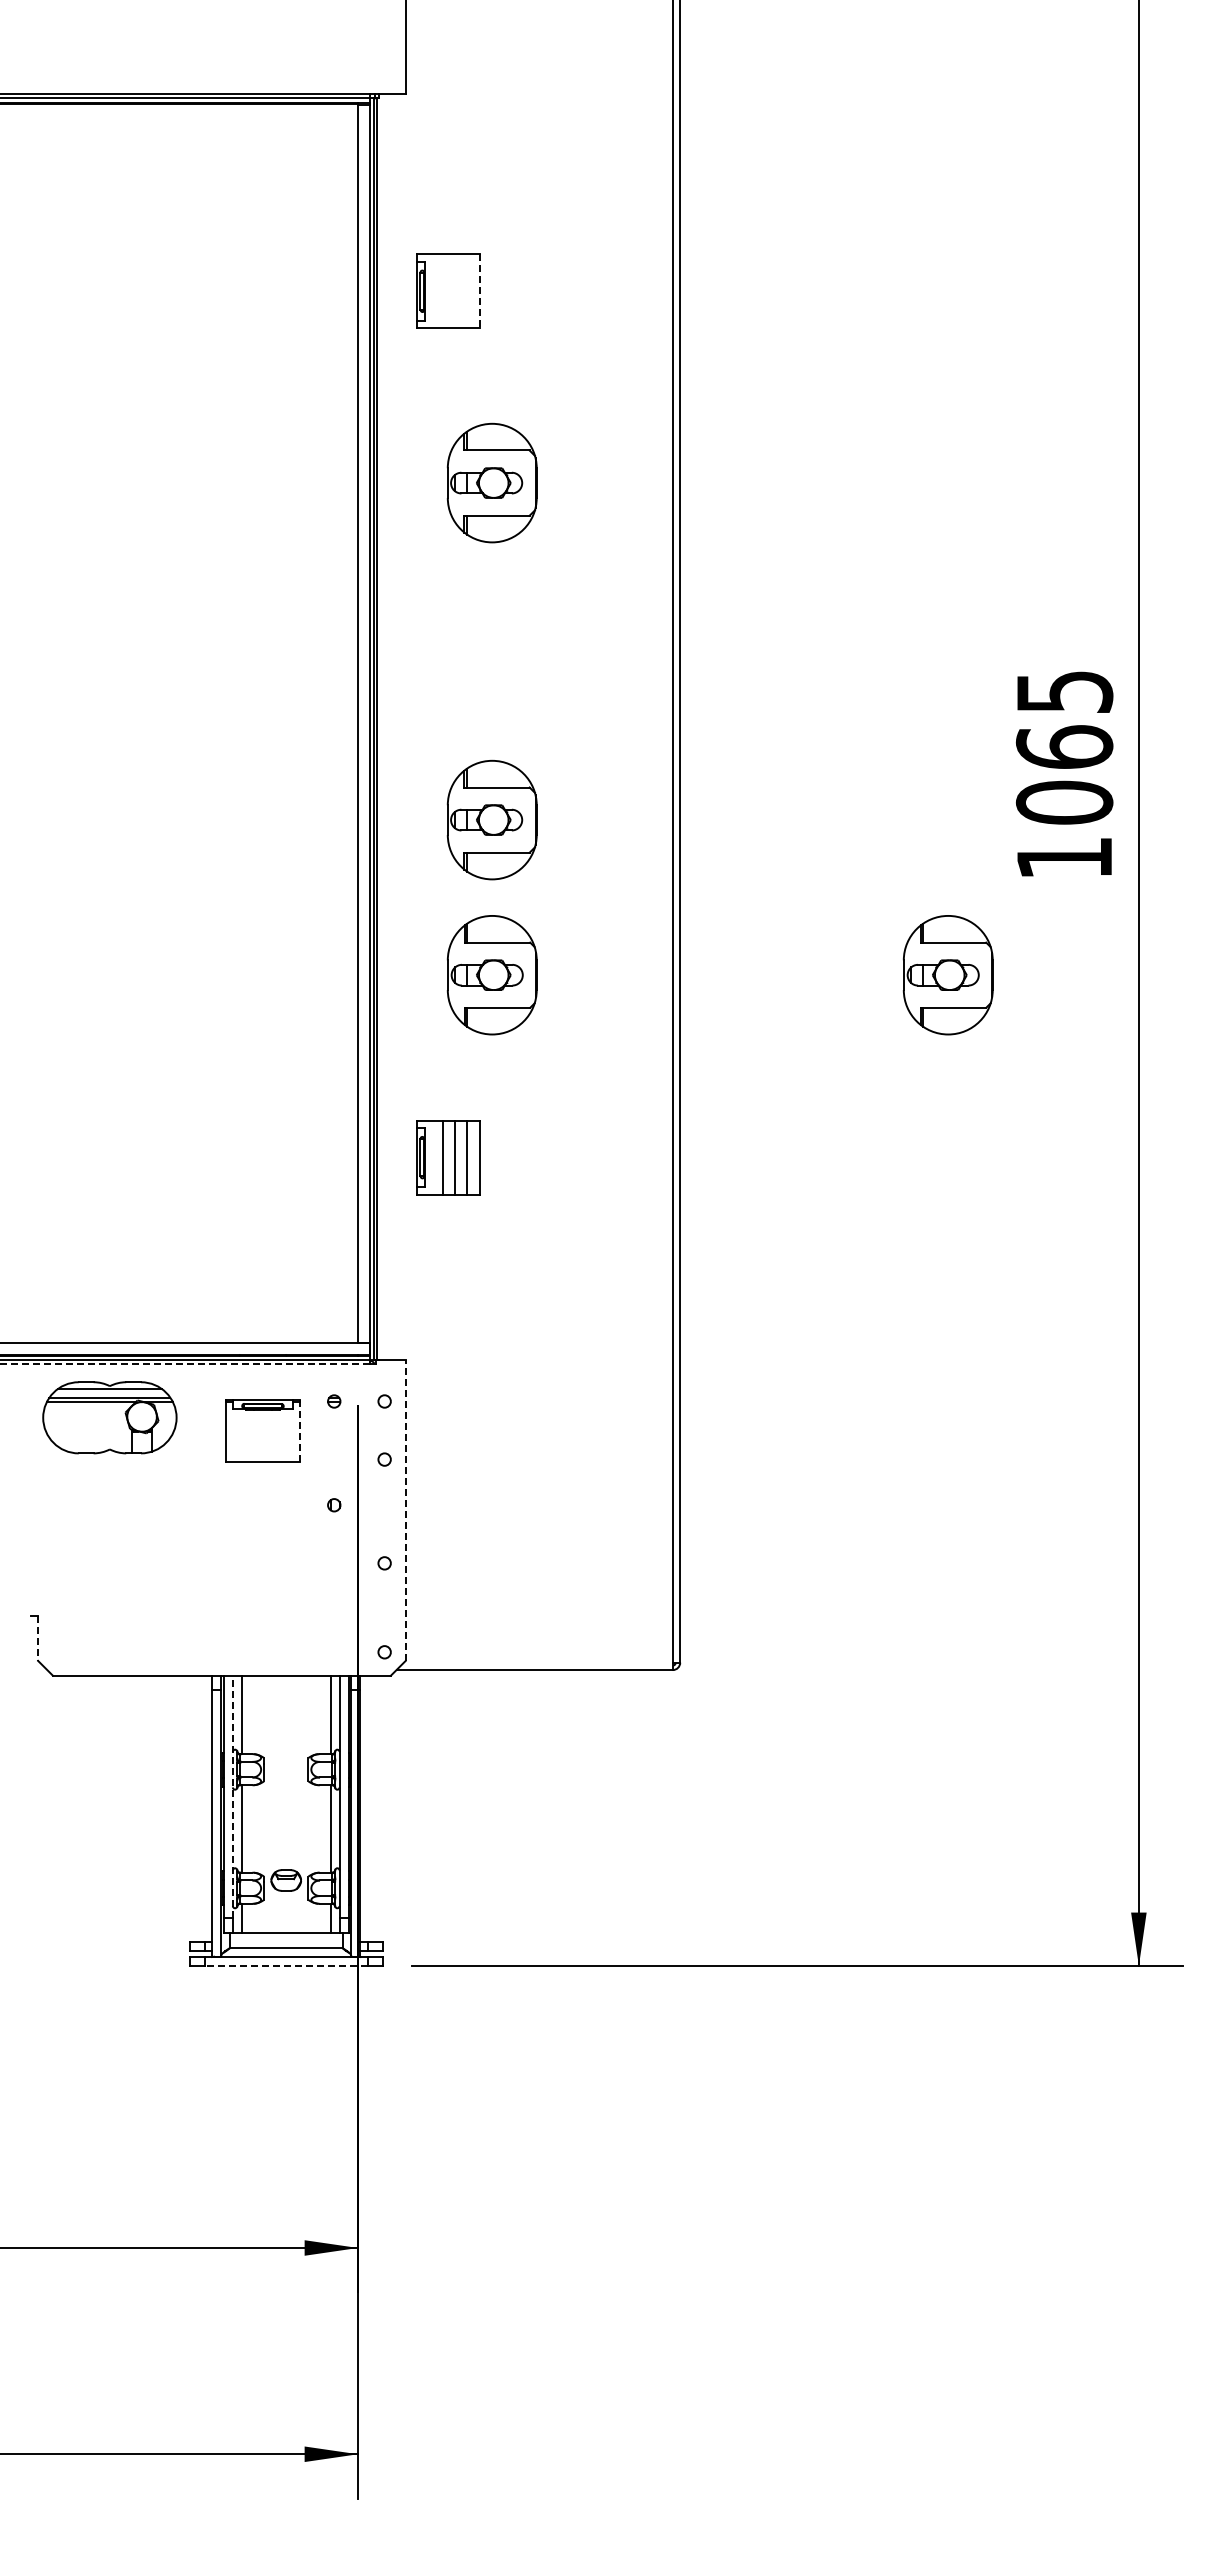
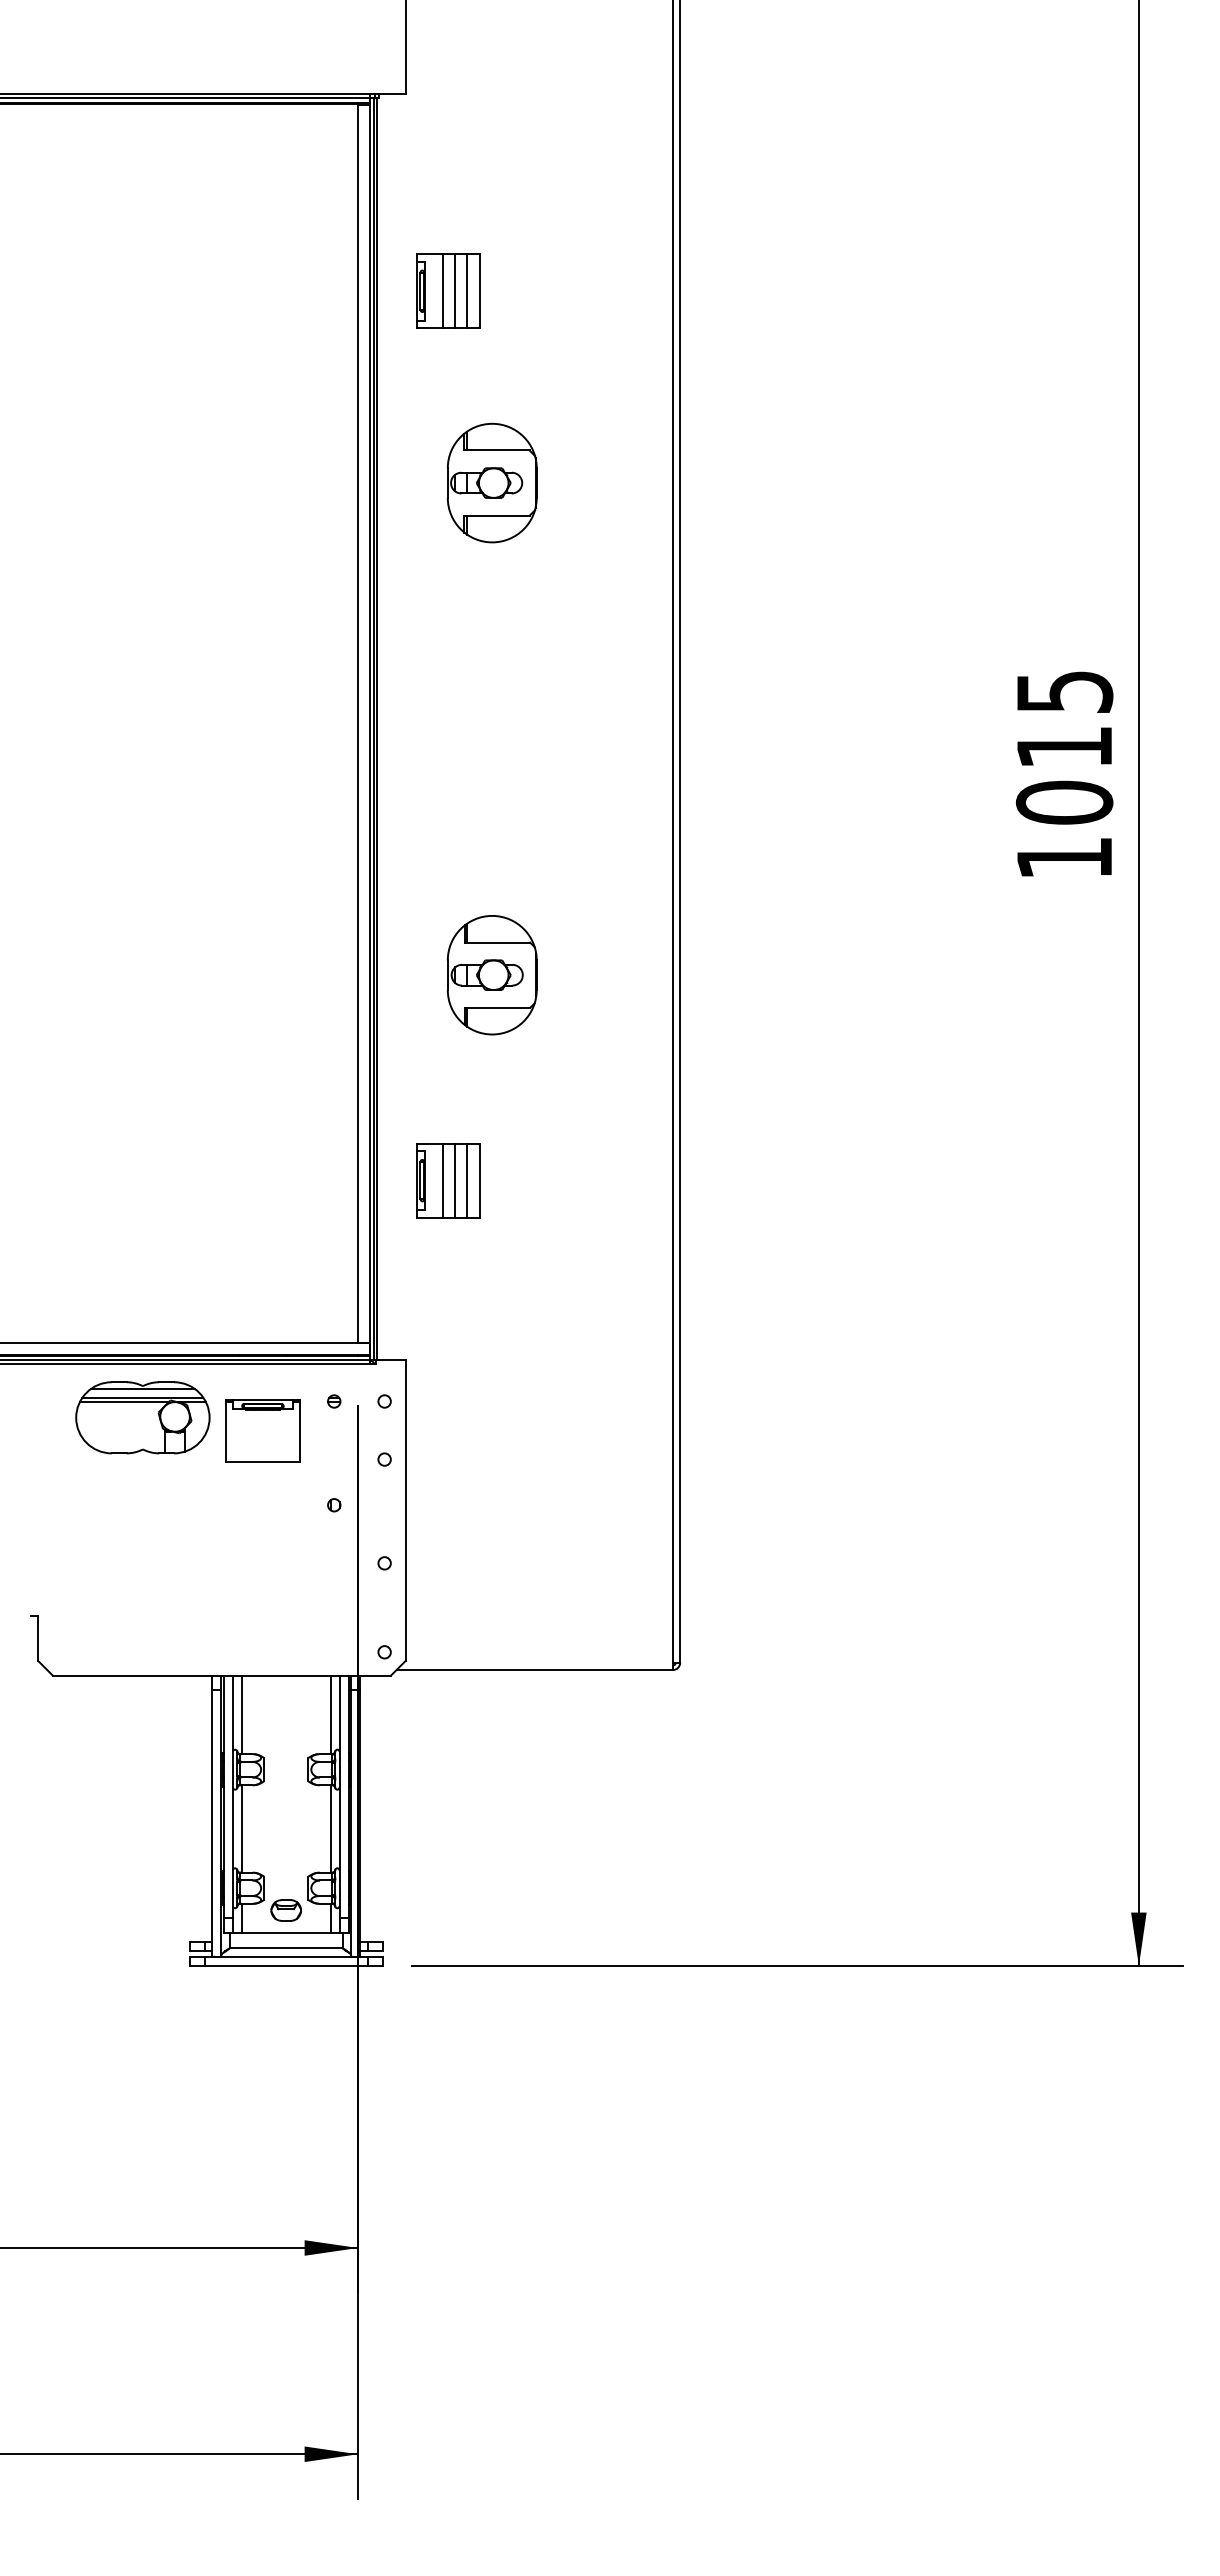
line at (443, 291): none -> present
line at (455, 291): none -> present
line at (467, 291): none -> present
line at (479, 291): dashed -> solid
text at (1064, 746): 1065 -> 1015
part at (491, 819): present -> none
part at (947, 975): present -> none
part at (448, 1157) position: (448, 1157) -> (448, 1180)
line at (184, 1364): dashed -> solid
part at (109, 1417) position: (109, 1417) -> (142, 1417)
line at (300, 1431): dashed -> solid
line at (405, 1510): dashed -> solid
line at (38, 1639): dashed -> solid
line at (232, 1796): dashed -> solid
part at (285, 1880) position: (285, 1880) -> (285, 1910)
line at (286, 1965): dashed -> solid
